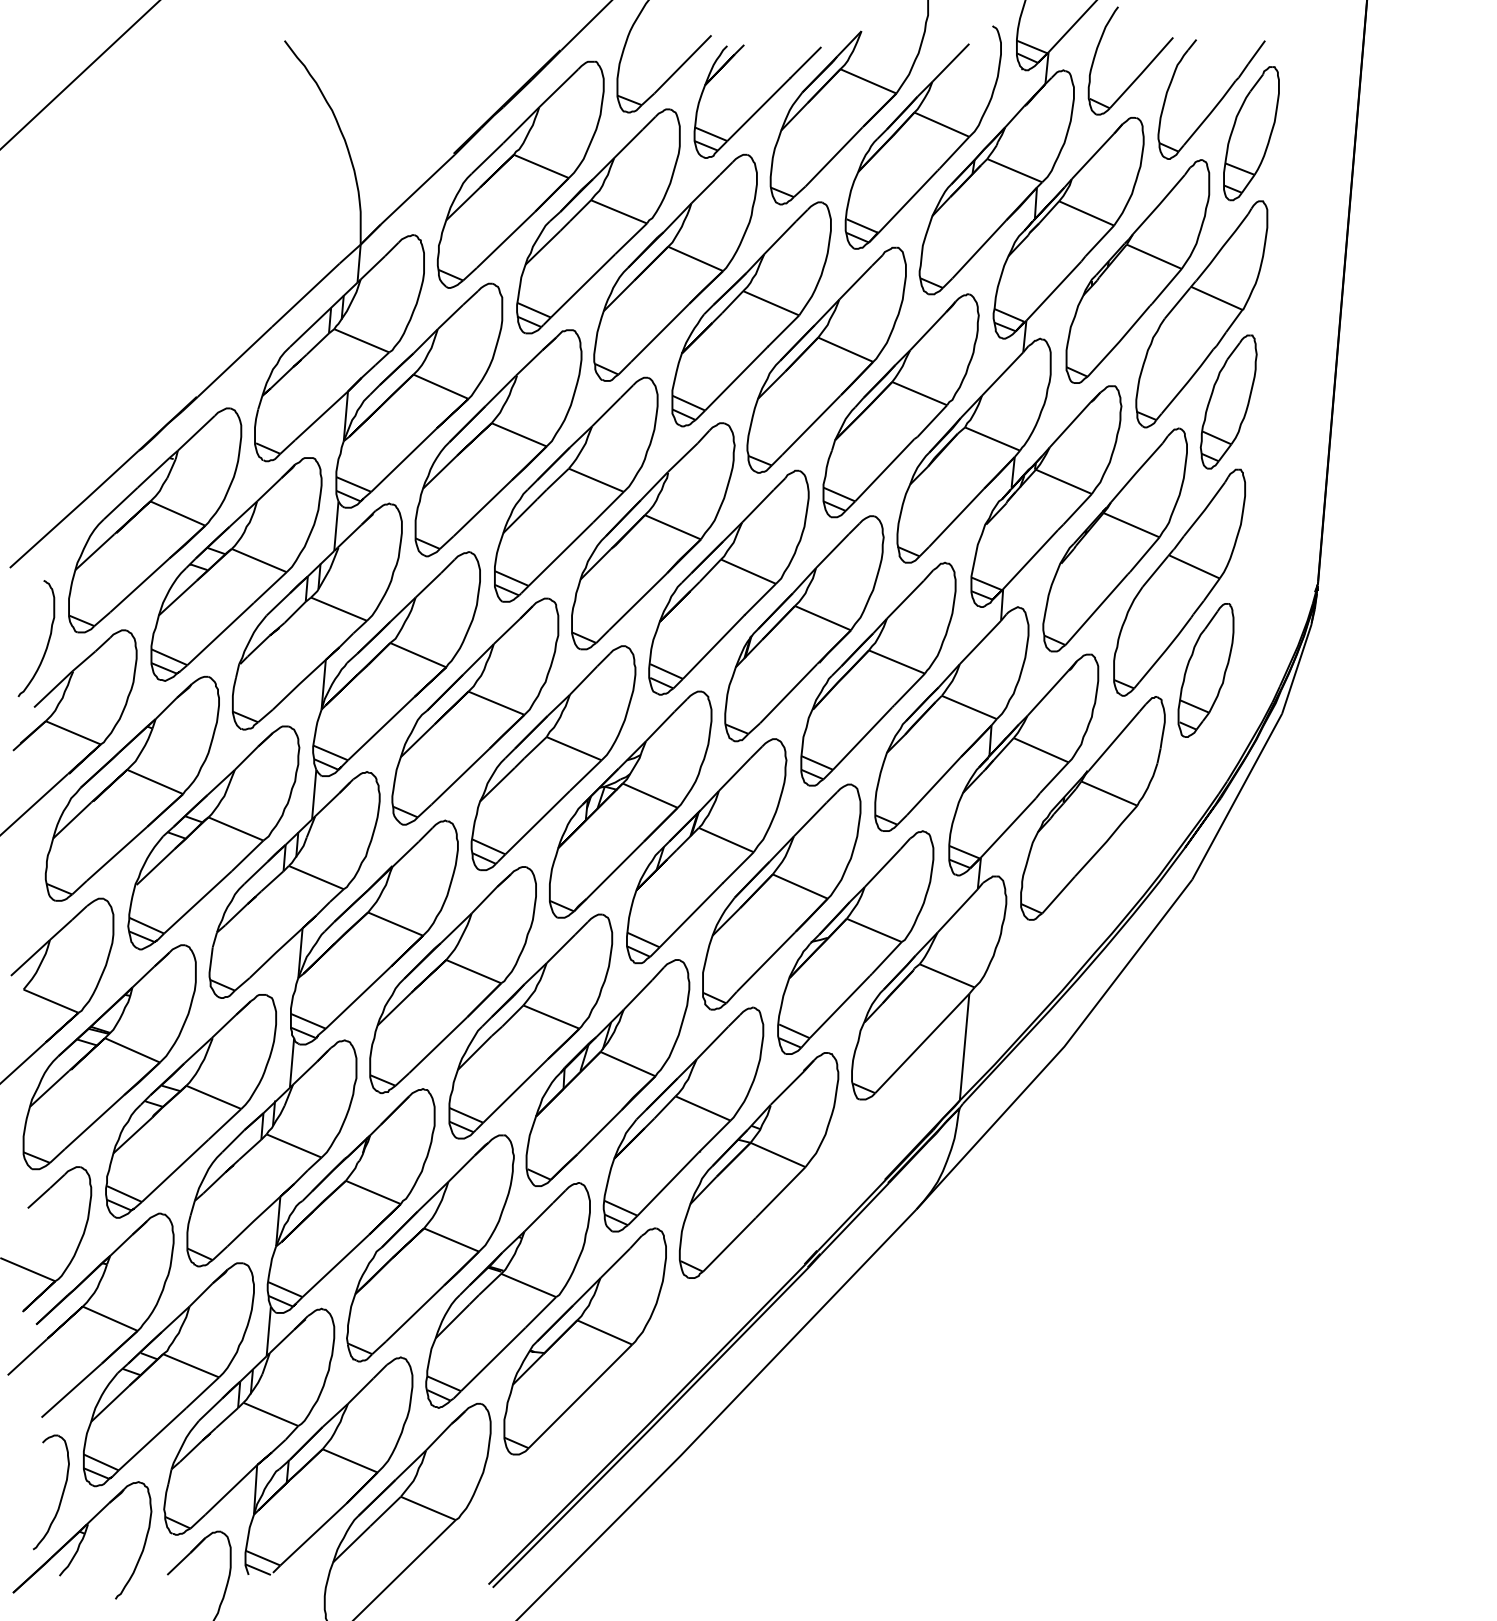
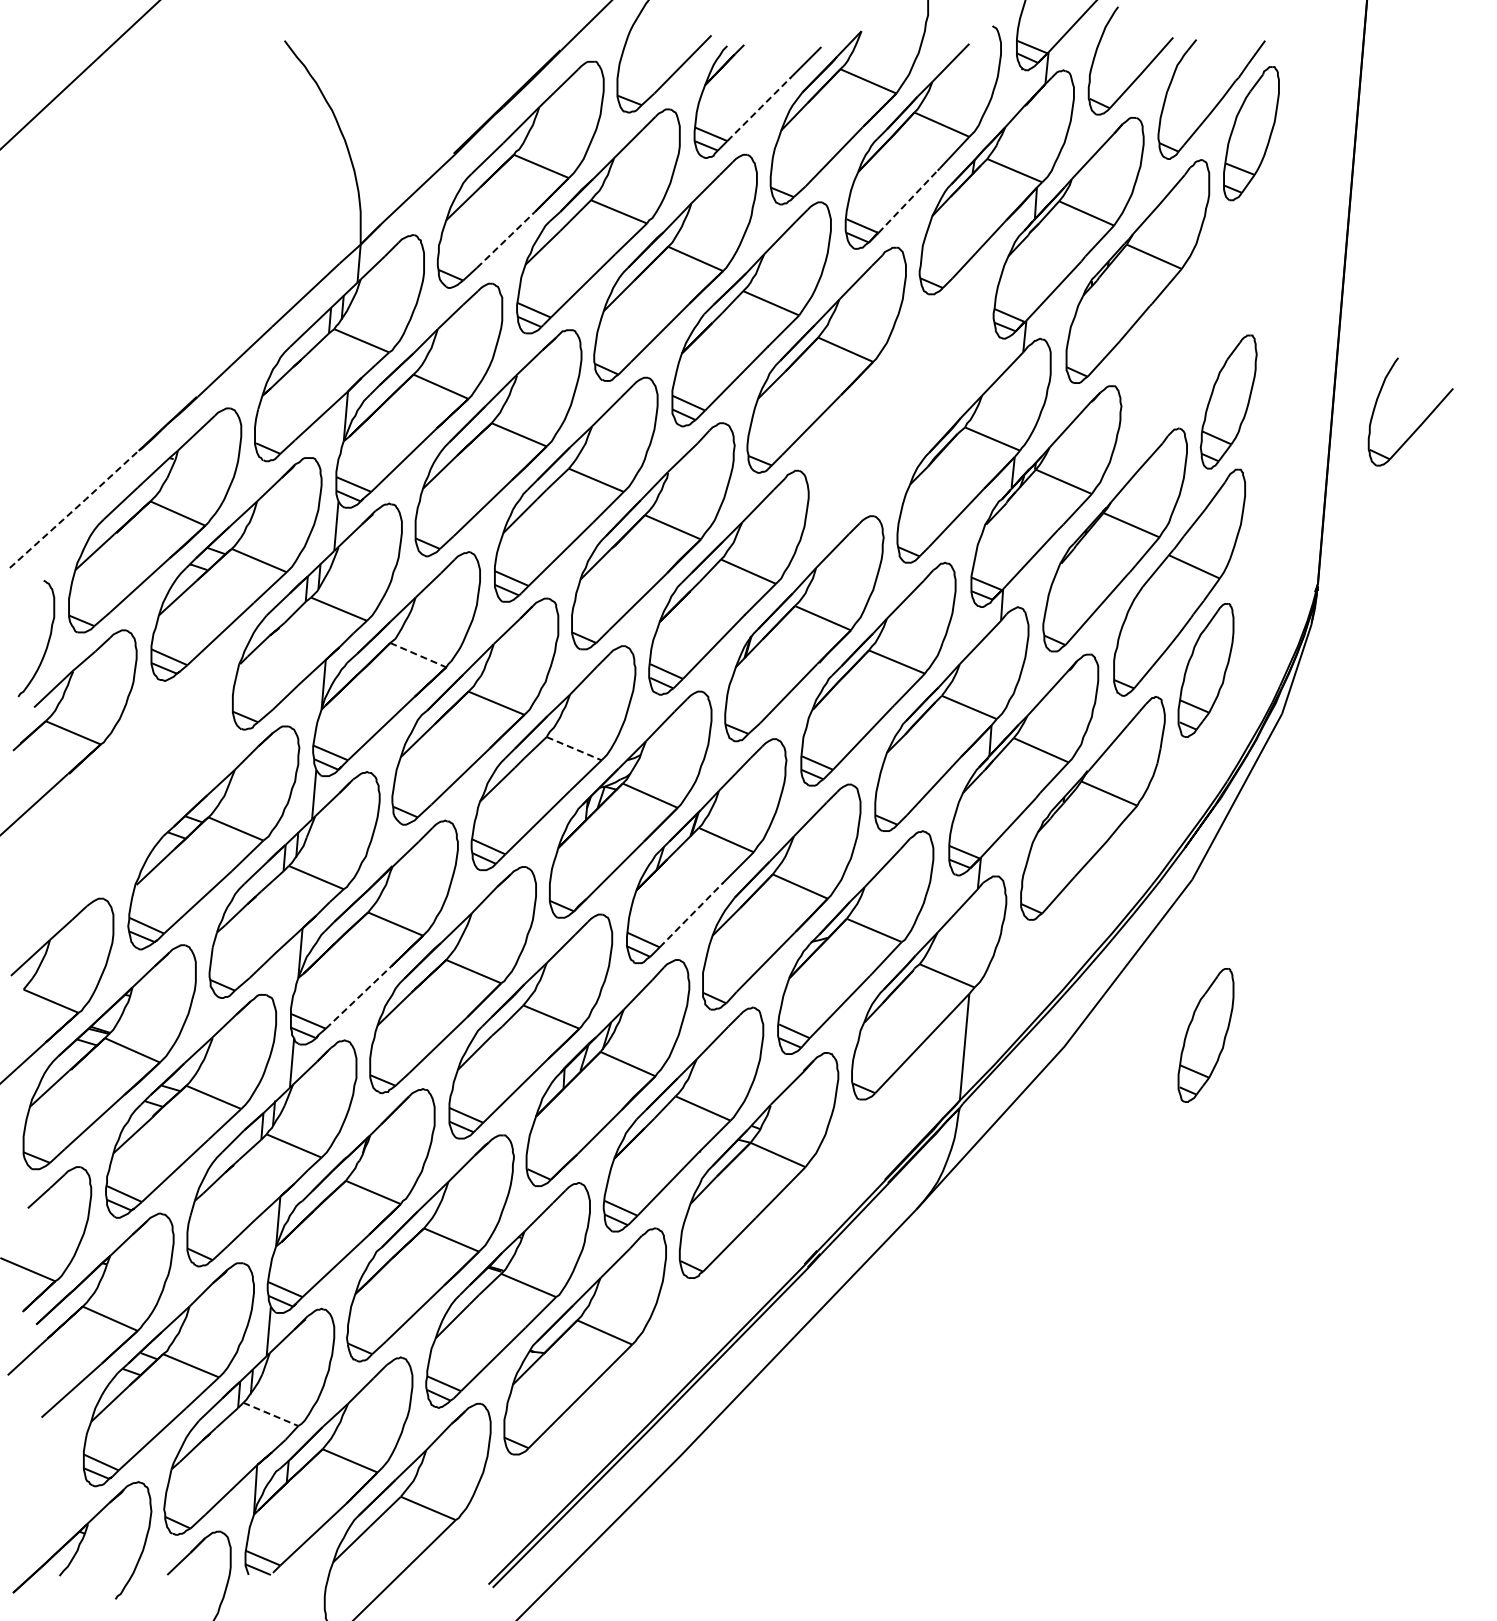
line at (758, 109): solid -> dashed
line at (908, 201): solid -> dashed
line at (506, 239): solid -> dashed
part at (1201, 314): present -> none
part at (900, 405): present -> none
part at (1422, 421): none -> present
line at (74, 509): solid -> dashed
line at (418, 655): solid -> dashed
line at (574, 748): solid -> dashed
part at (131, 788): present -> none
line at (691, 915): solid -> dashed
line at (358, 997): solid -> dashed
part at (1205, 1035): none -> present
line at (270, 1414): solid -> dashed
part at (61, 1494): present -> none
